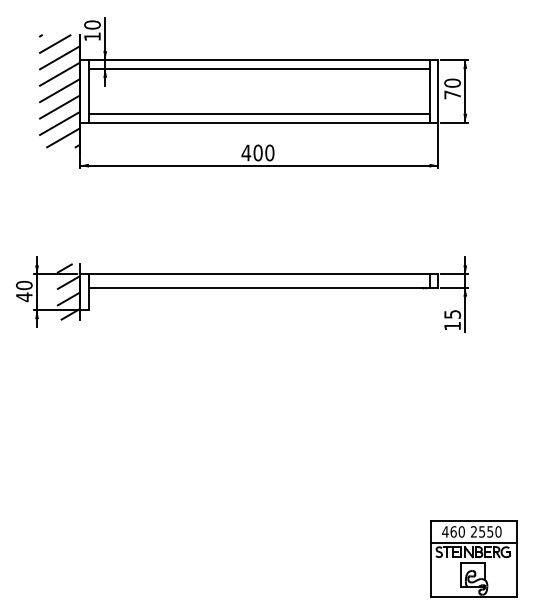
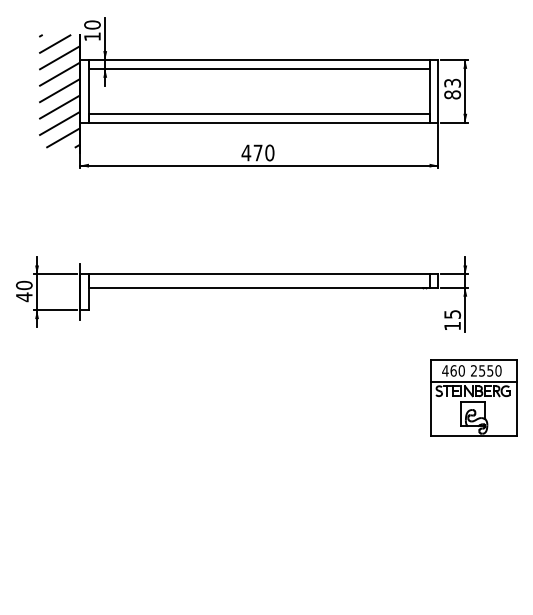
text at (452, 88): 70 -> 83
text at (257, 152): 400 -> 470
hatch at (68, 291): present -> none
part at (473, 558) position: (473, 558) -> (473, 397)
